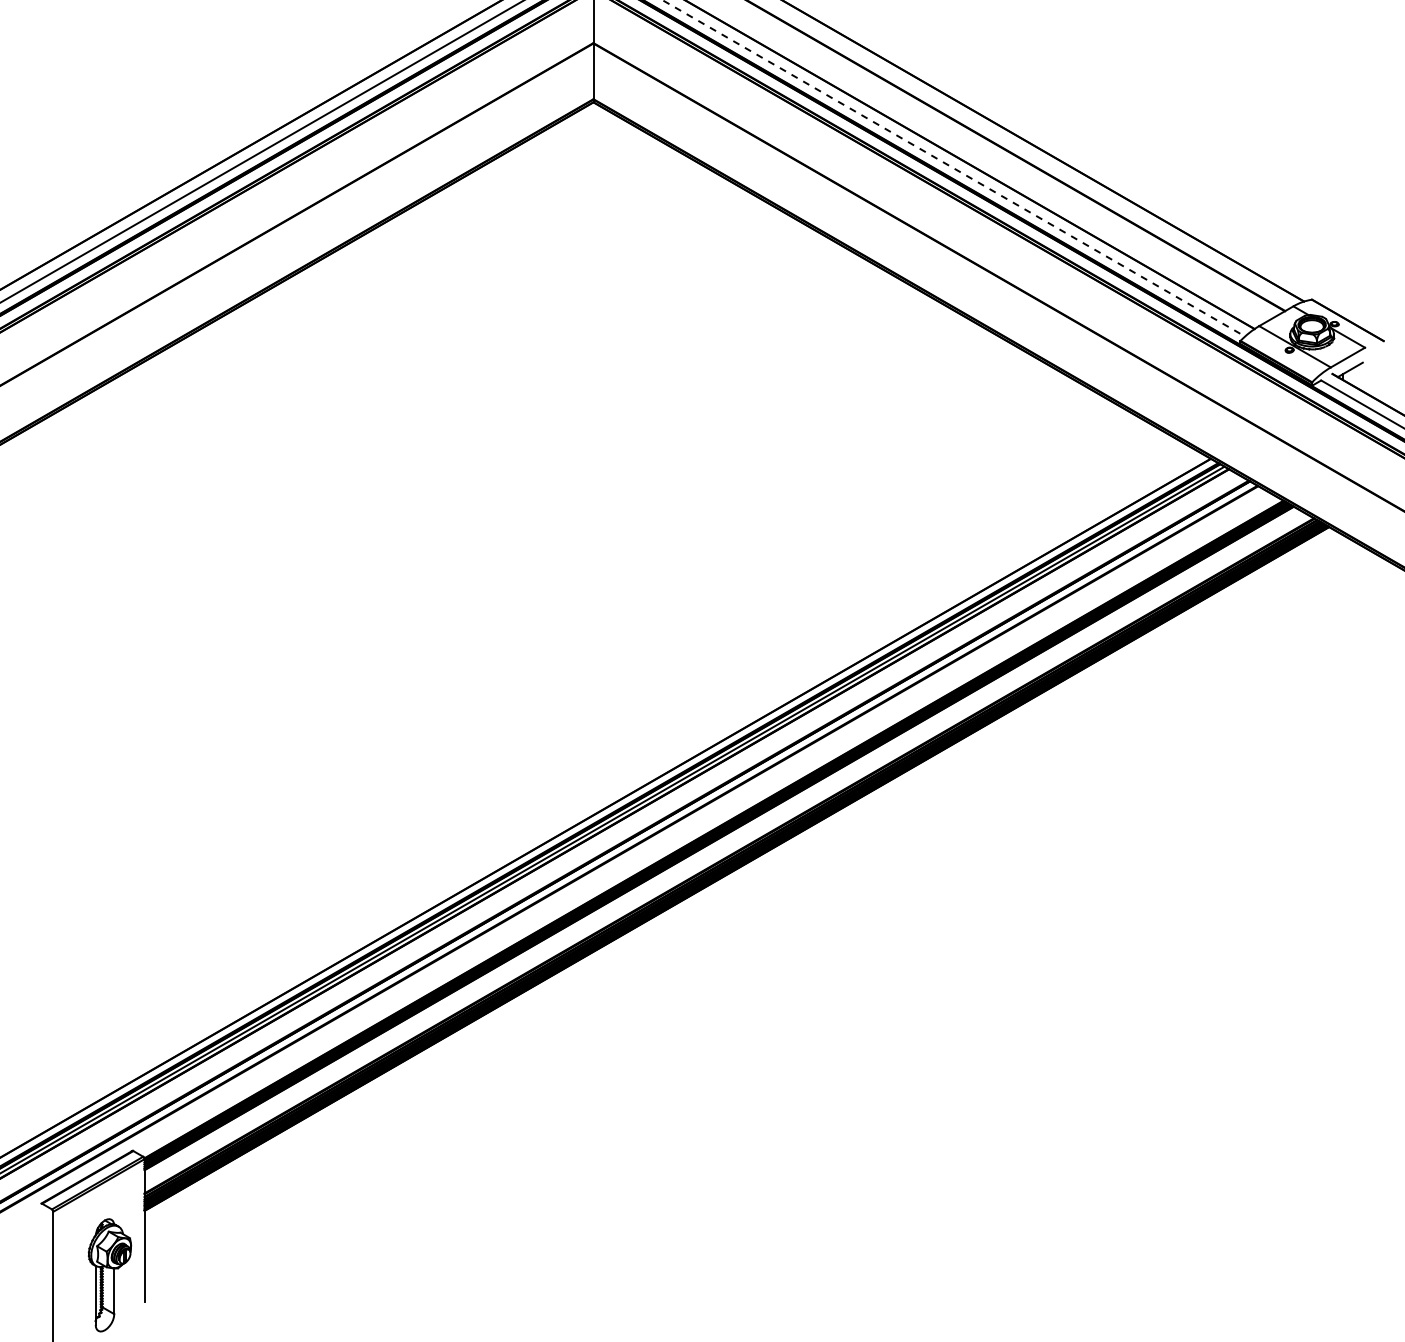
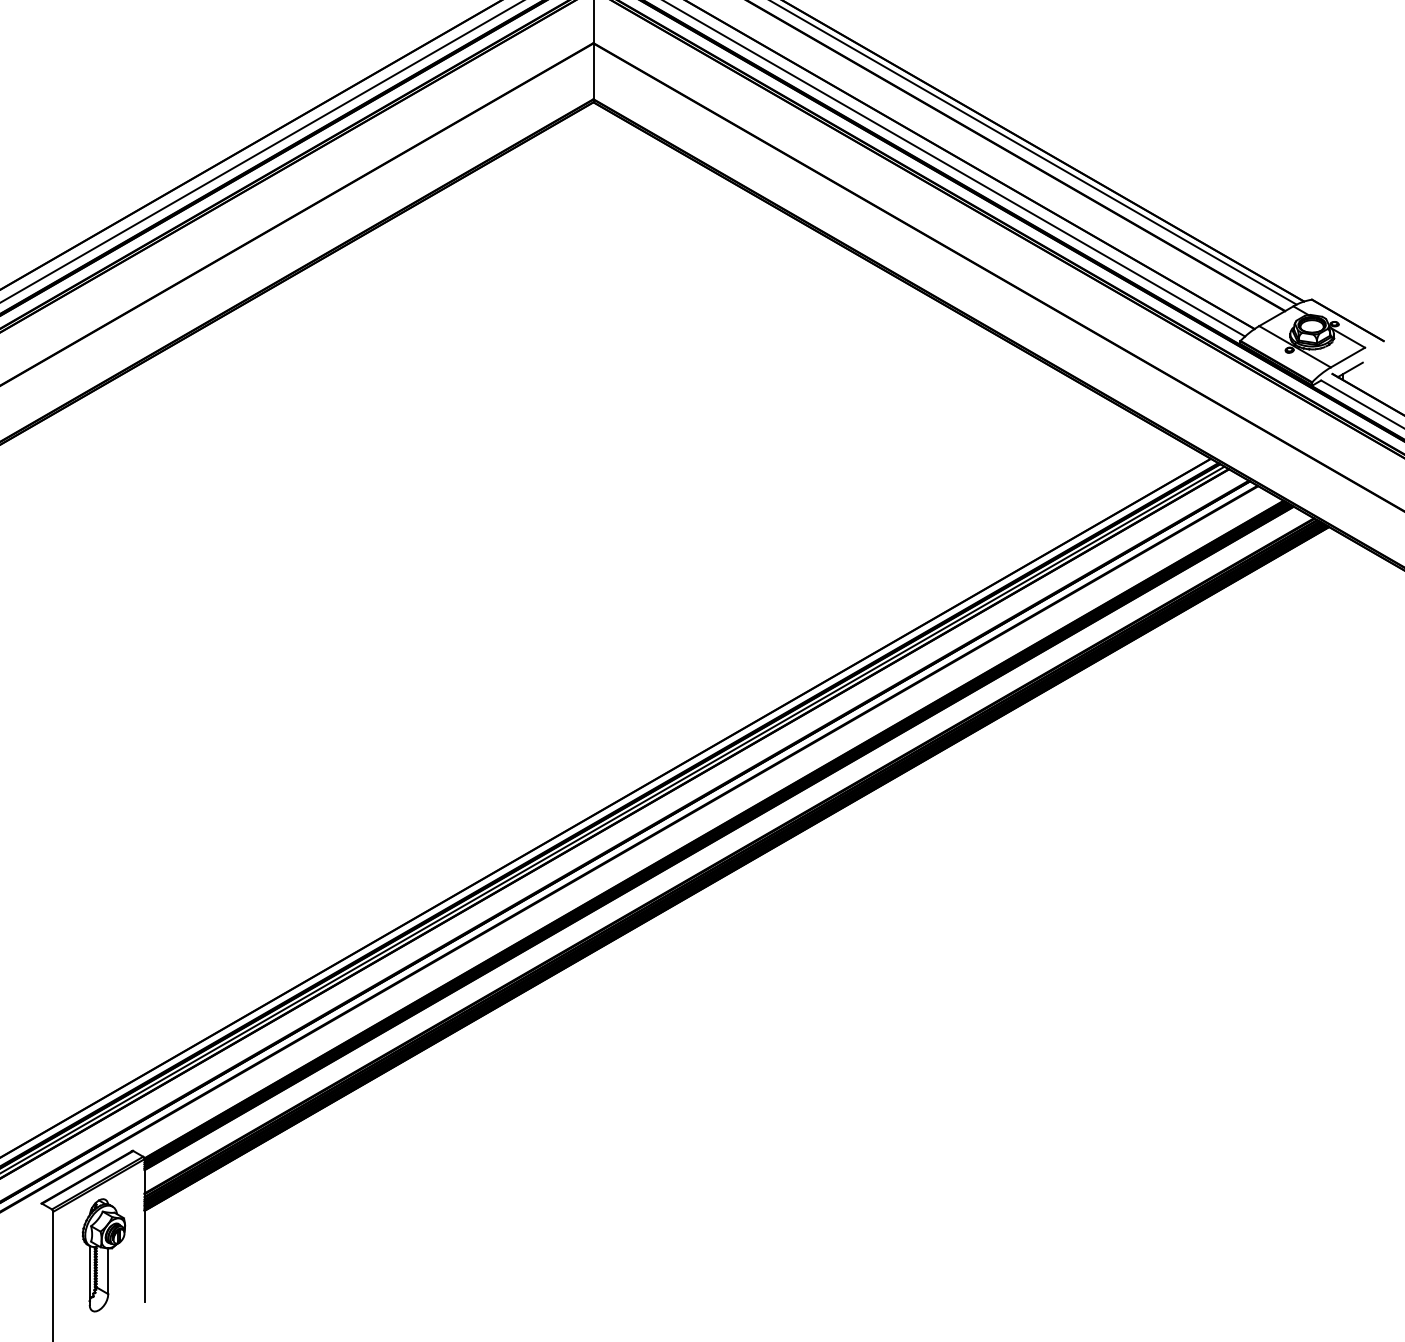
line at (1034, 153): none -> present
line at (954, 168): dashed -> solid
part at (109, 1275) position: (109, 1275) -> (103, 1255)
